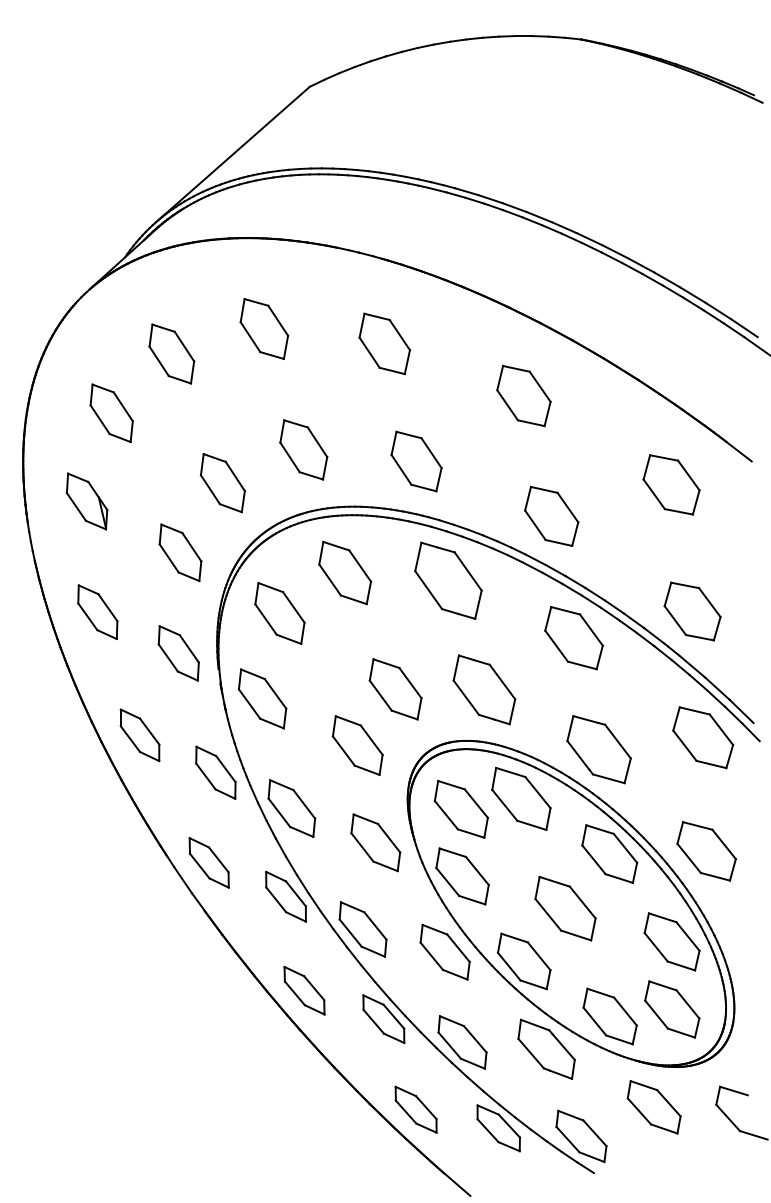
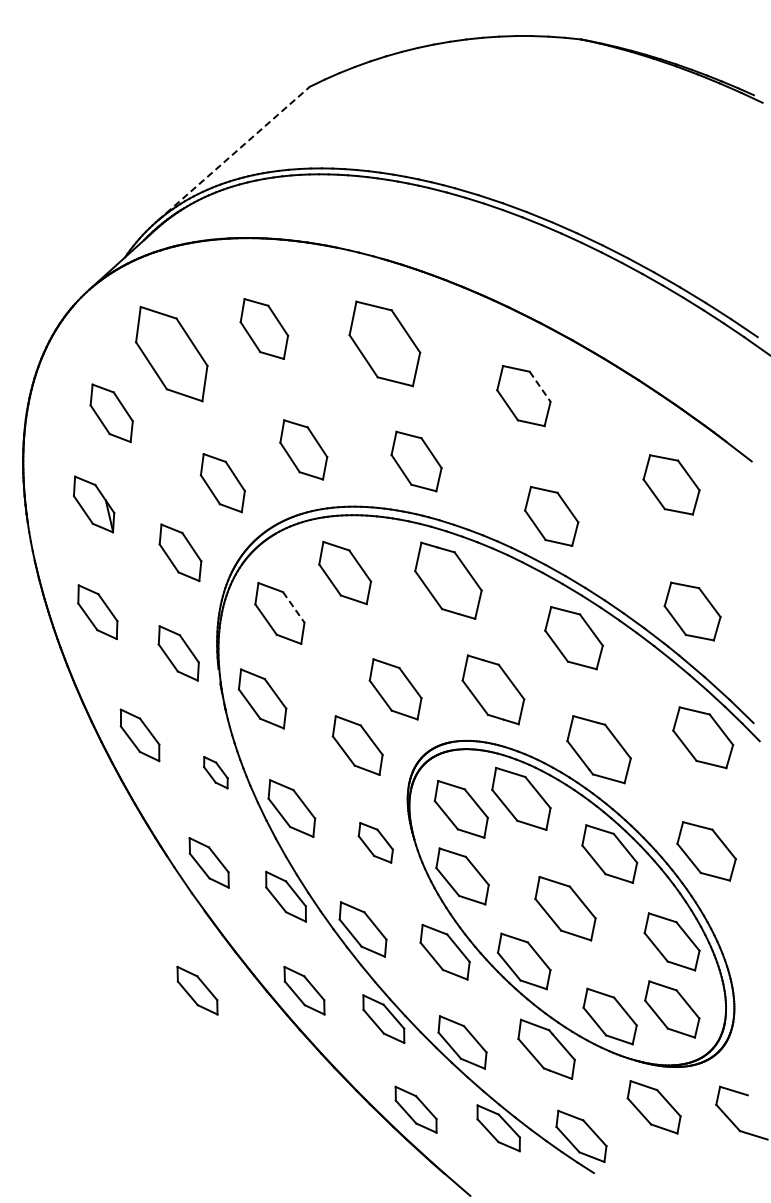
line at (234, 153): solid -> dashed
part at (384, 343) size: 53x64 px -> 74x88 px
part at (171, 353) size: 48x62 px -> 74x98 px
line at (540, 387): solid -> dashed
part at (87, 501) position: (87, 501) -> (94, 504)
line at (293, 607): solid -> dashed
part at (484, 689) position: (484, 689) -> (493, 689)
part at (215, 772) size: 42x55 px -> 26x34 px
part at (375, 842) size: 52x60 px -> 37x42 px
part at (197, 990): none -> present
